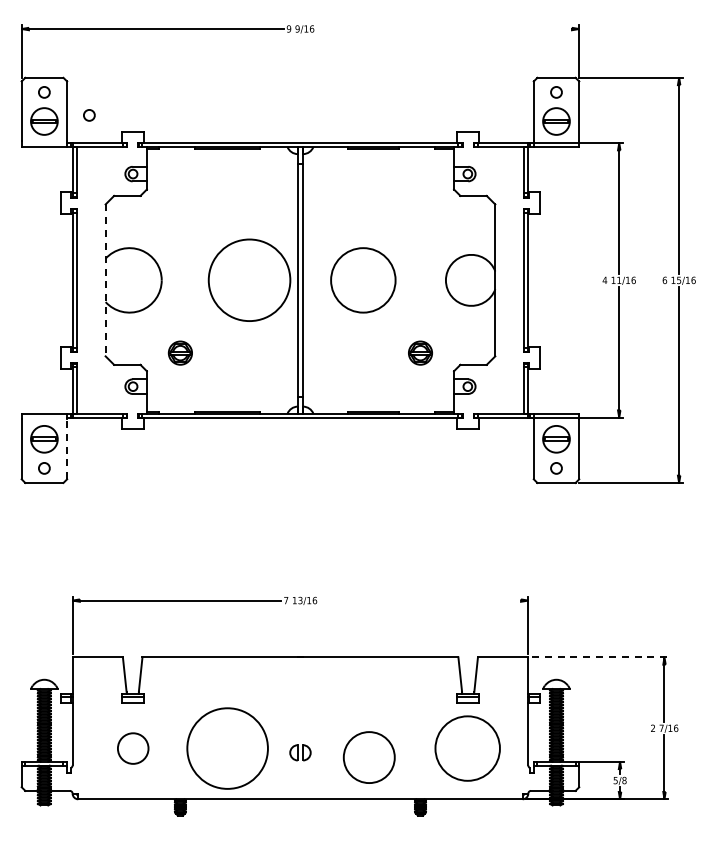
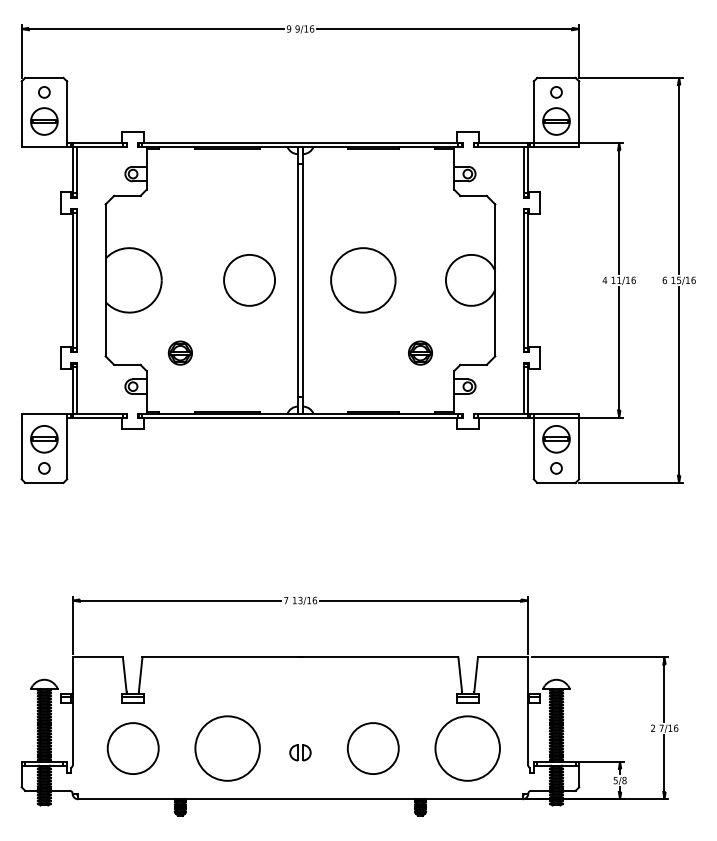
line at (448, 29): none -> present
circle at (89, 115): present -> none
circle at (249, 279) size: 85x84 px -> 53x53 px
line at (105, 280): dashed -> solid
line at (67, 449): dashed -> solid
line at (424, 600): none -> present
line at (600, 657): dashed -> solid
circle at (132, 748) diameter: 31 px -> 51 px
circle at (227, 748) diameter: 81 px -> 64 px
circle at (368, 757) position: (368, 757) -> (372, 748)
